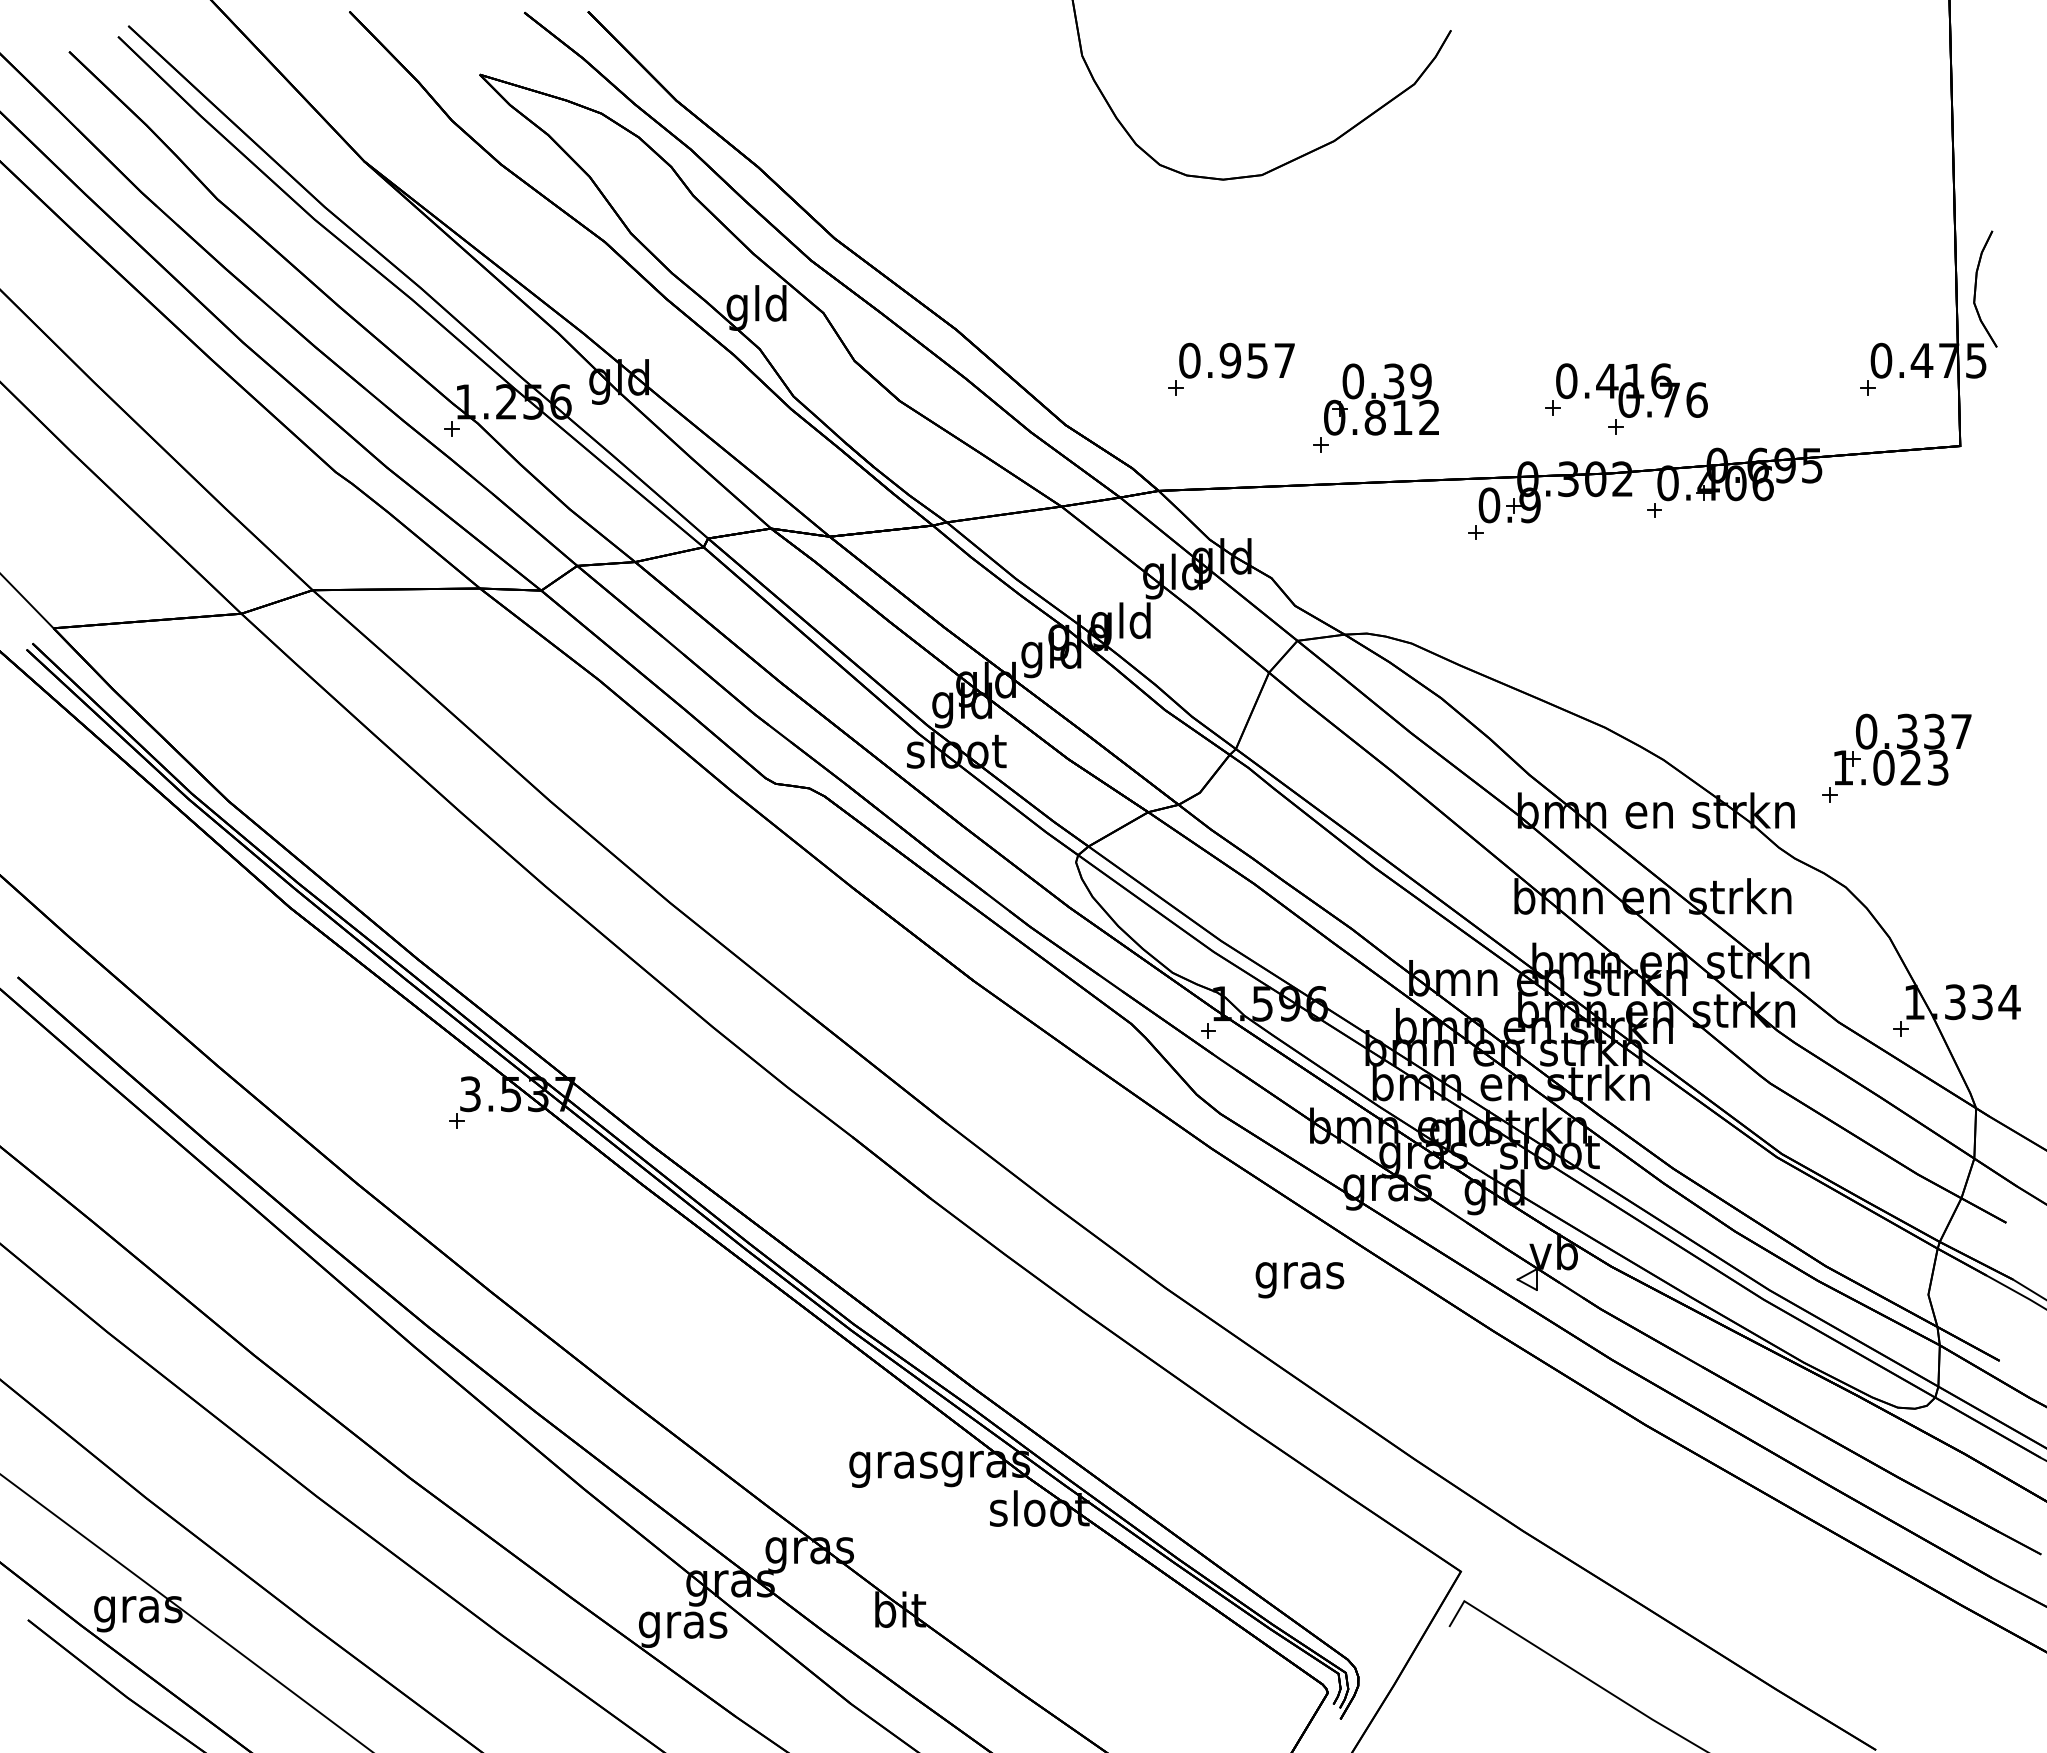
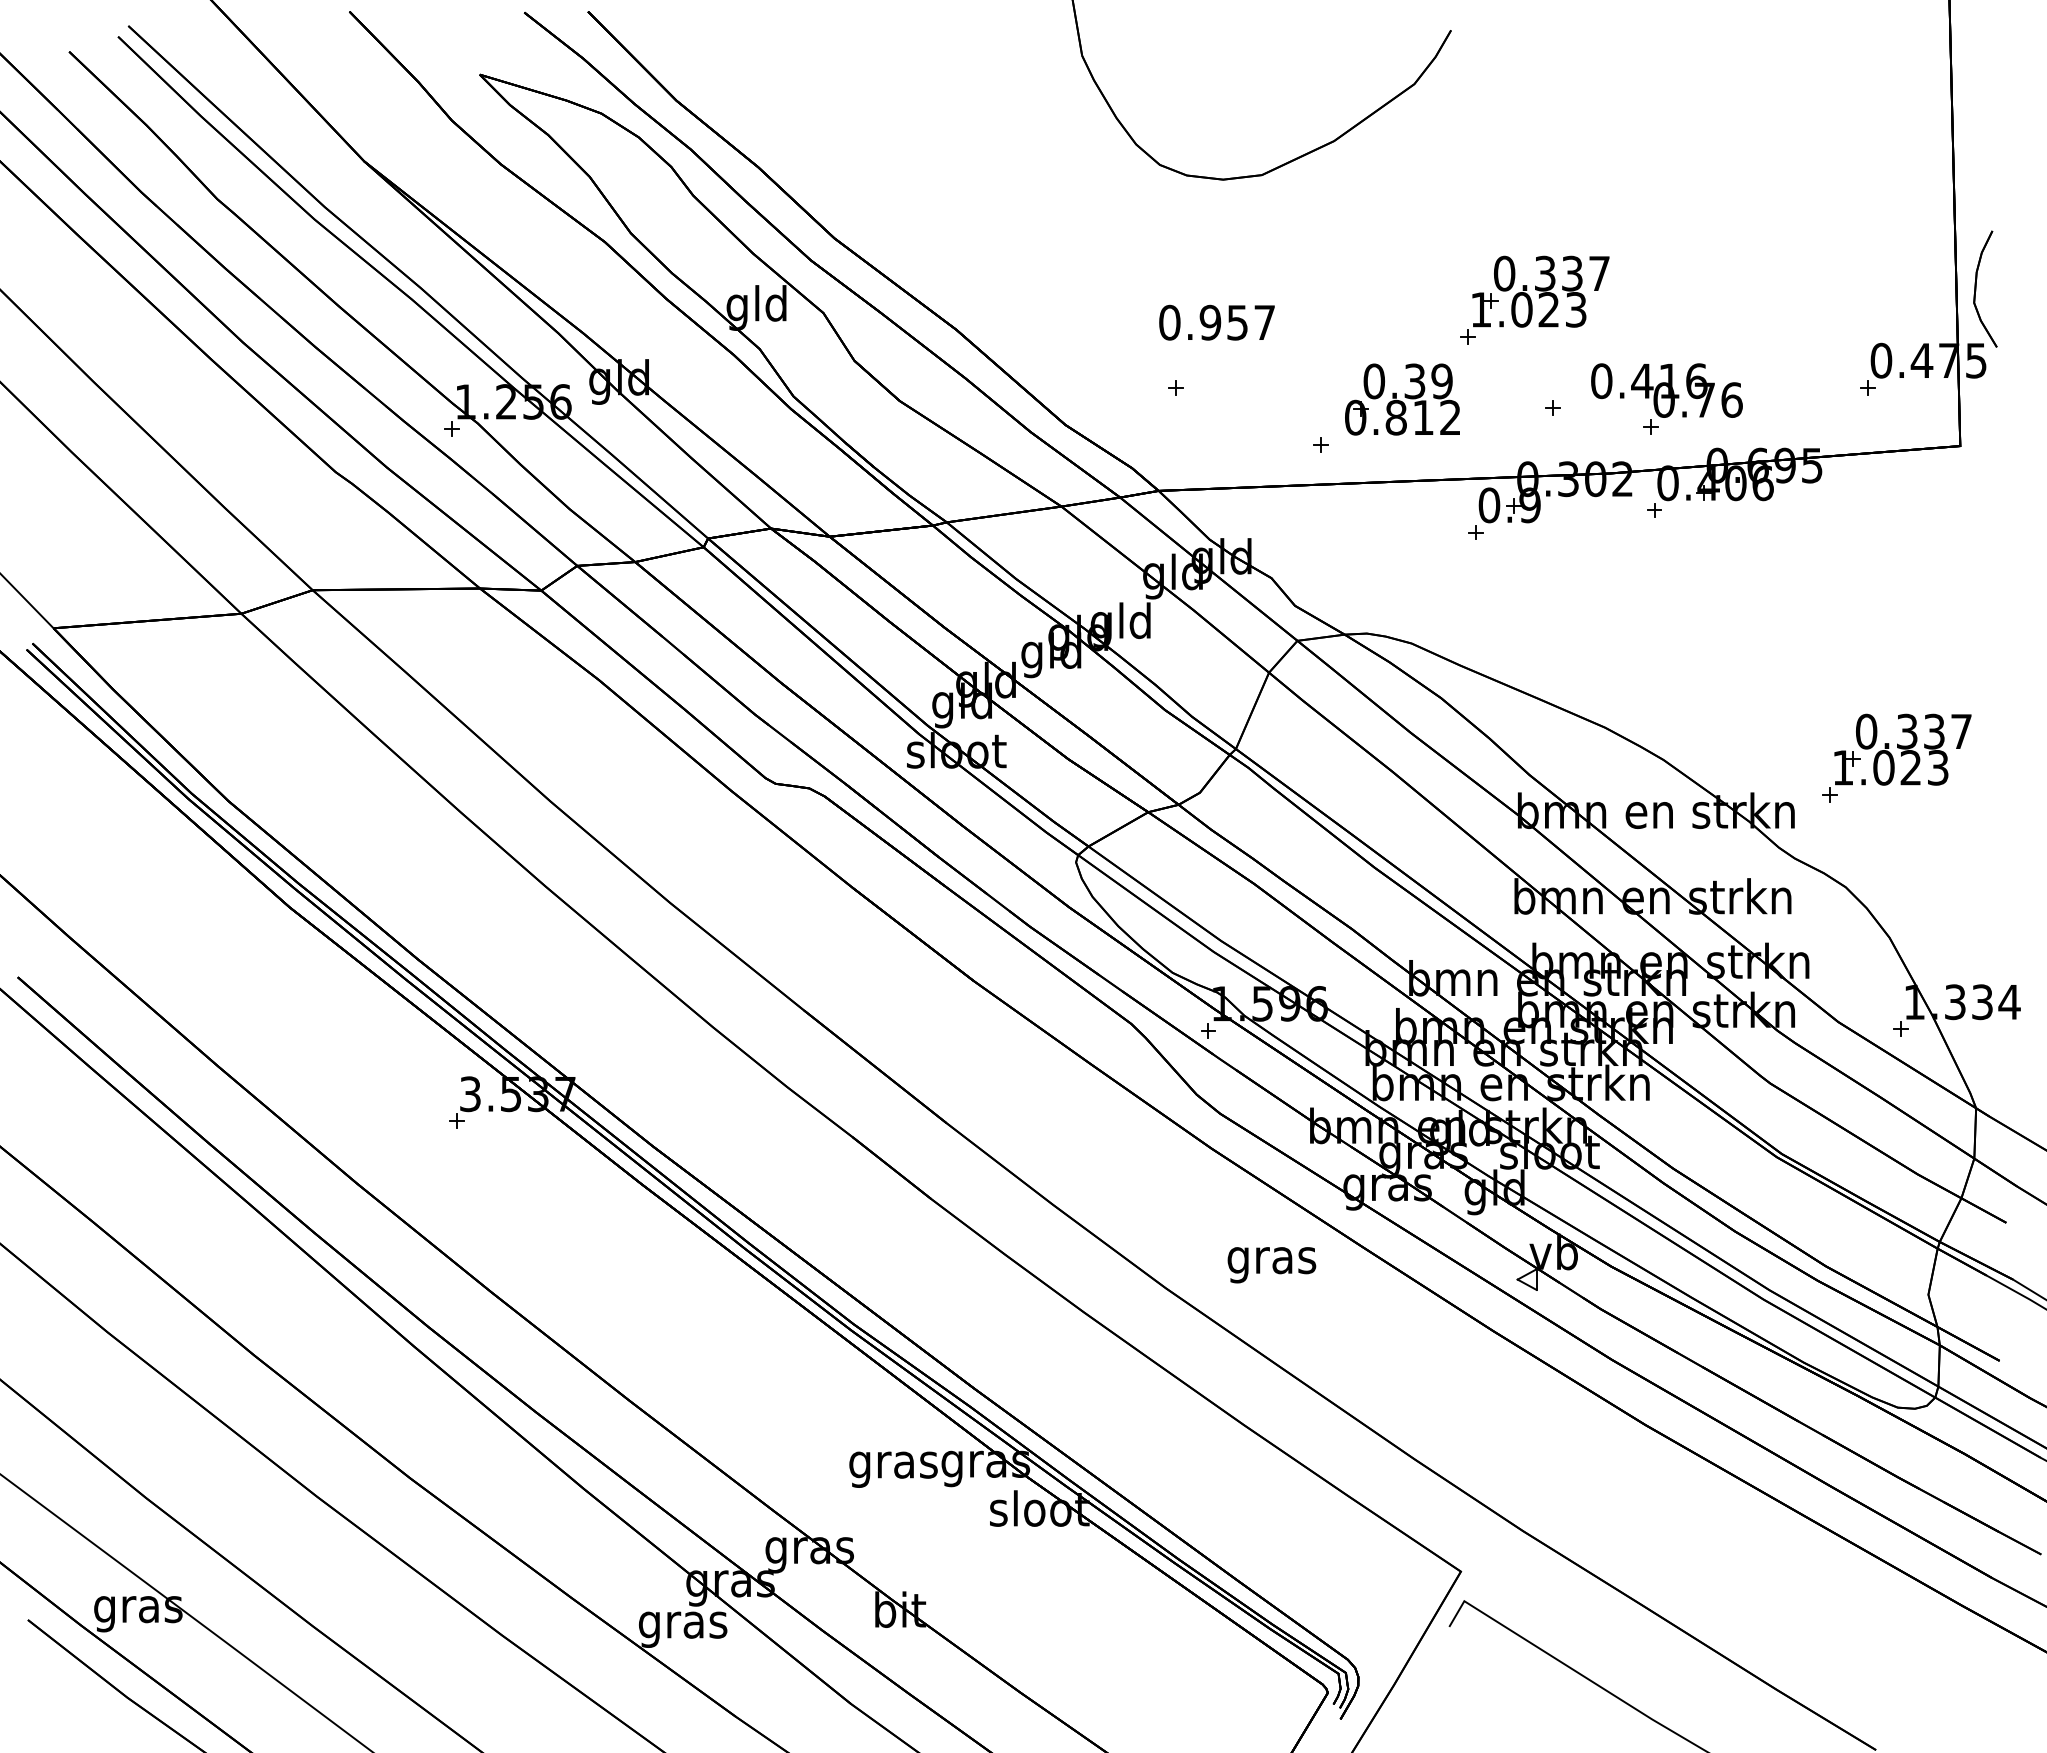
part at (1534, 299): none -> present
text at (1236, 360) position: (1236, 360) -> (1216, 322)
part at (1631, 398) position: (1631, 398) -> (1666, 398)
part at (1381, 399) position: (1381, 399) -> (1402, 399)
text at (1299, 1280) position: (1299, 1280) -> (1271, 1265)
